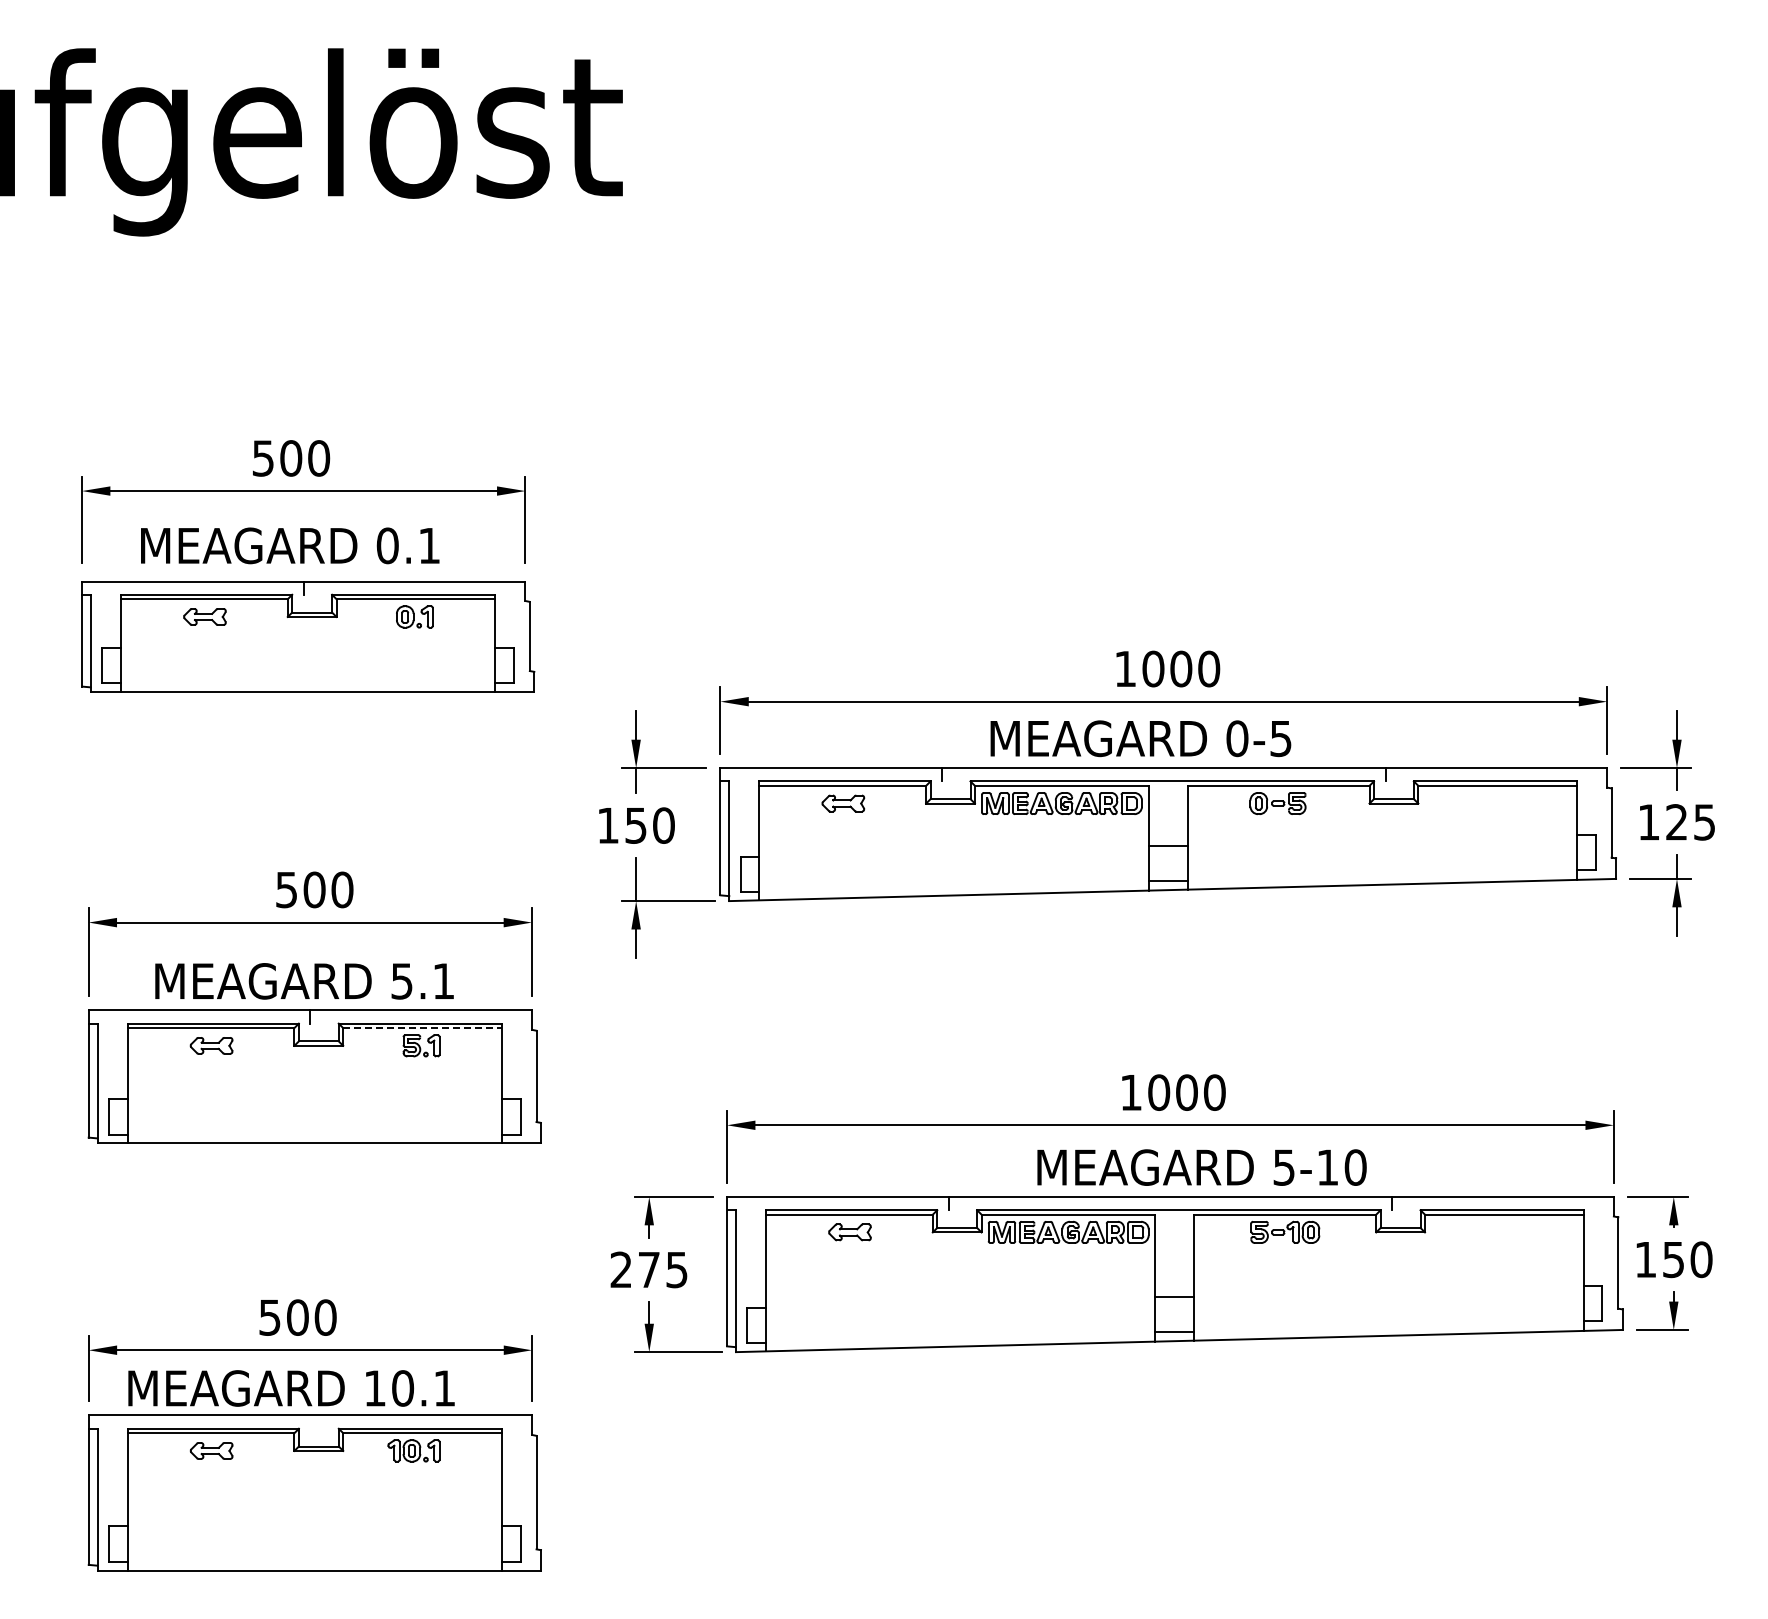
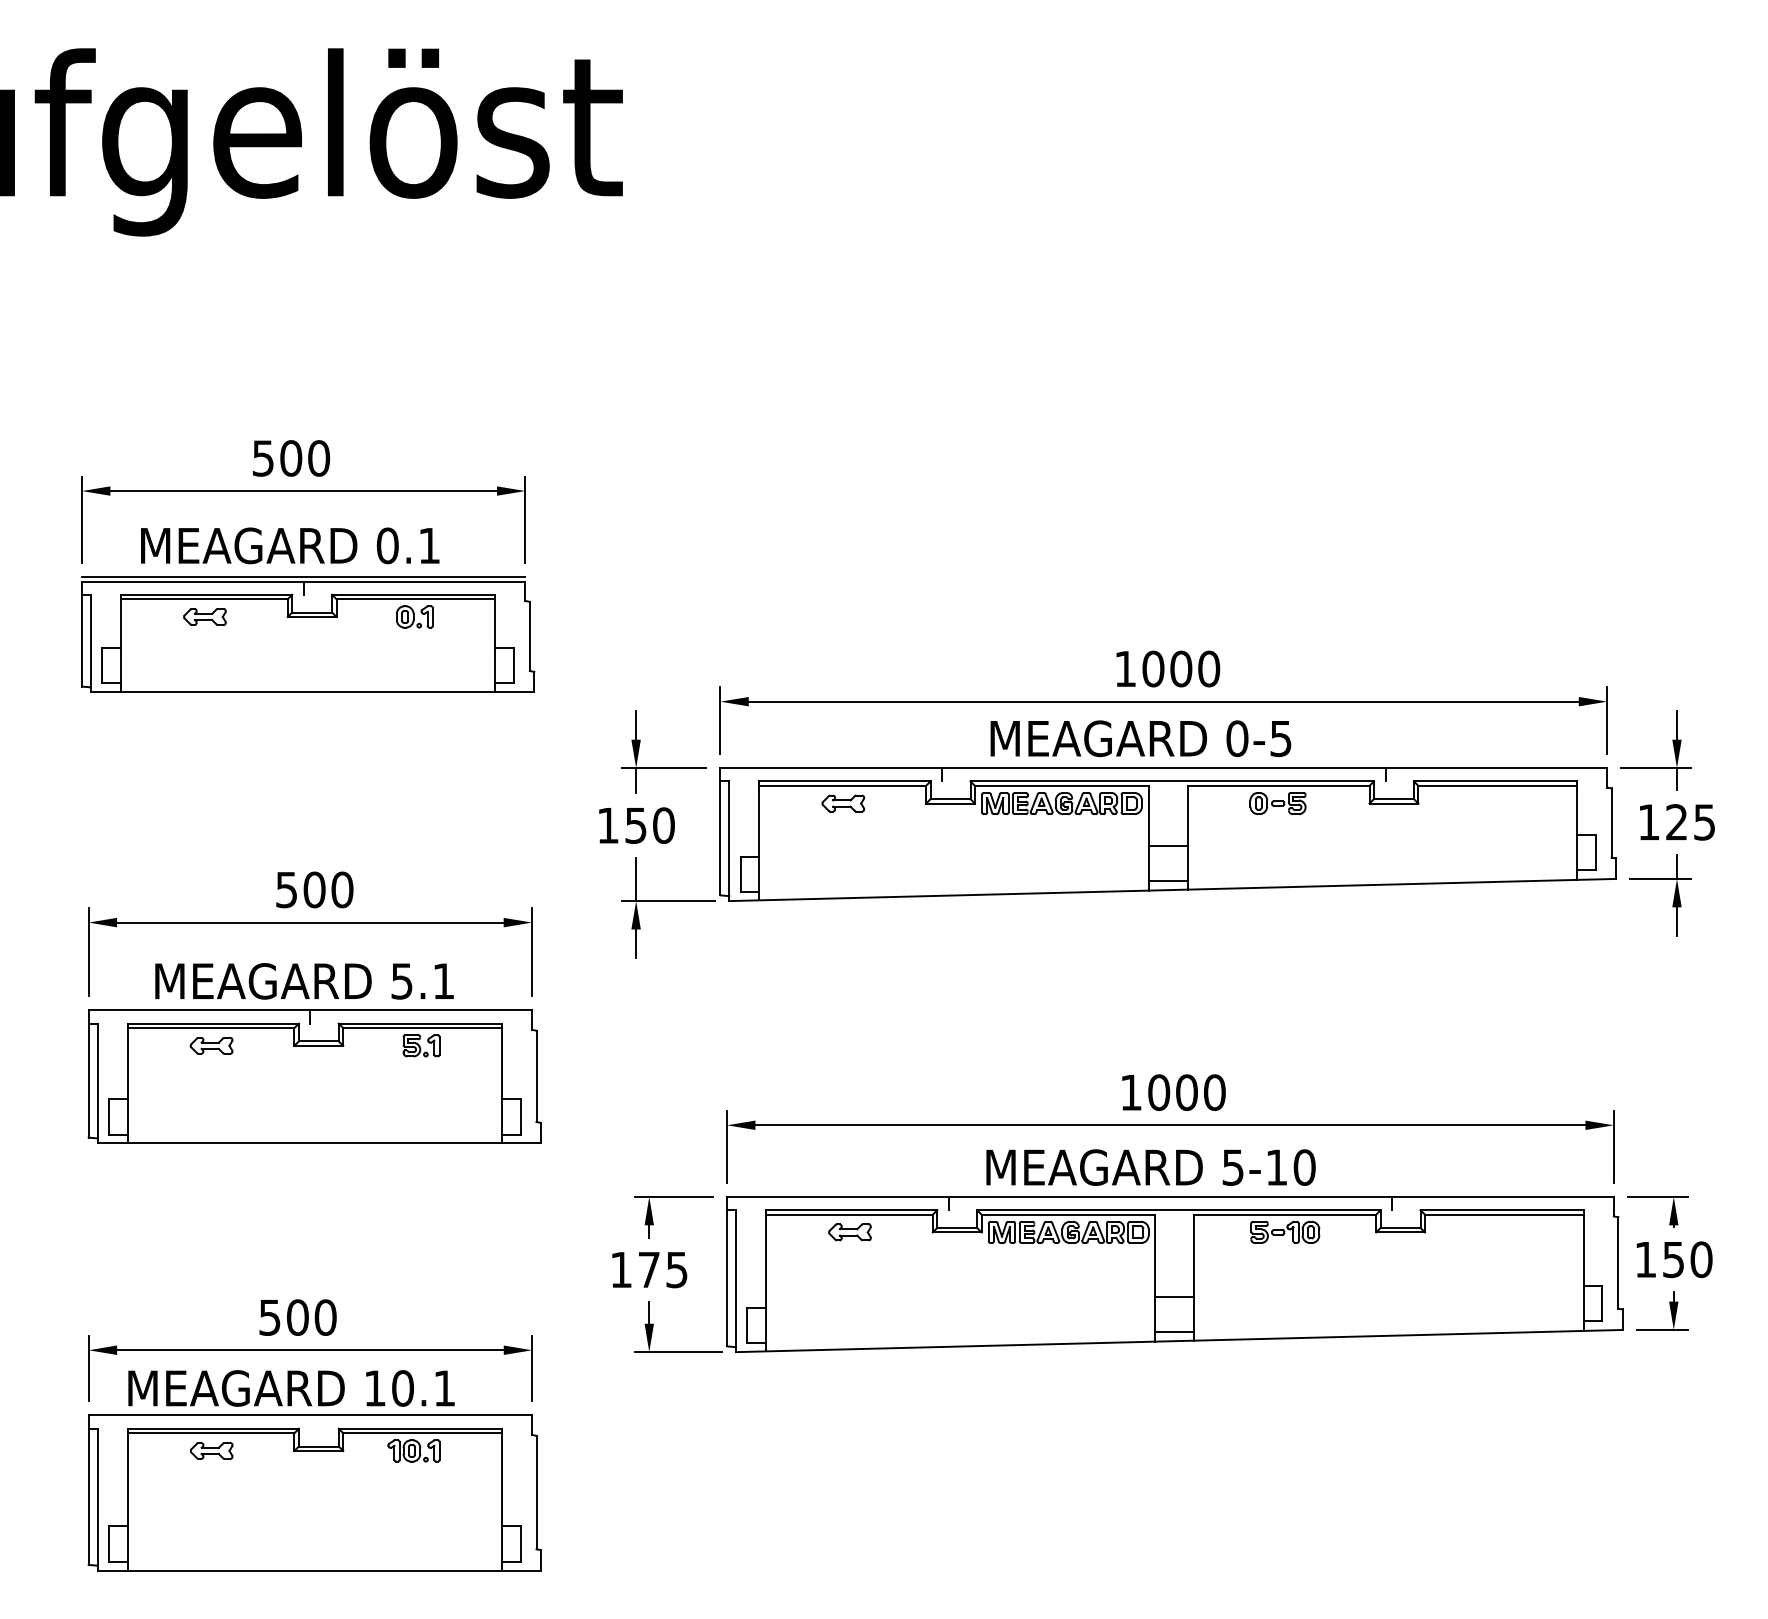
line at (303, 577): none -> present
line at (423, 1028): dashed -> solid
text at (1201, 1167) position: (1201, 1167) -> (1150, 1167)
text at (620, 1269): 275 -> 175
